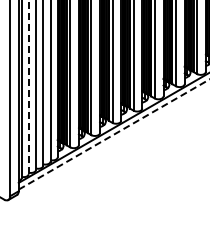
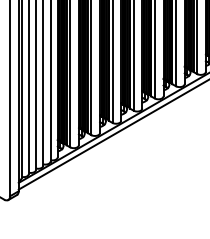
line at (28, 87): dashed -> solid
line at (113, 134): dashed -> solid
